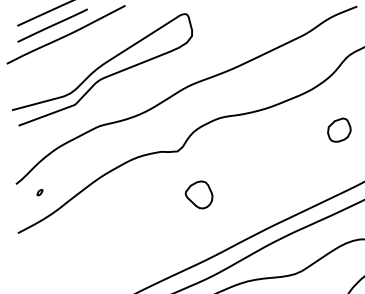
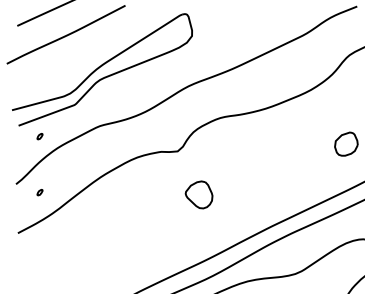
line at (52, 25): present -> none
part at (339, 129) position: (339, 129) -> (346, 143)
part at (39, 136): none -> present
